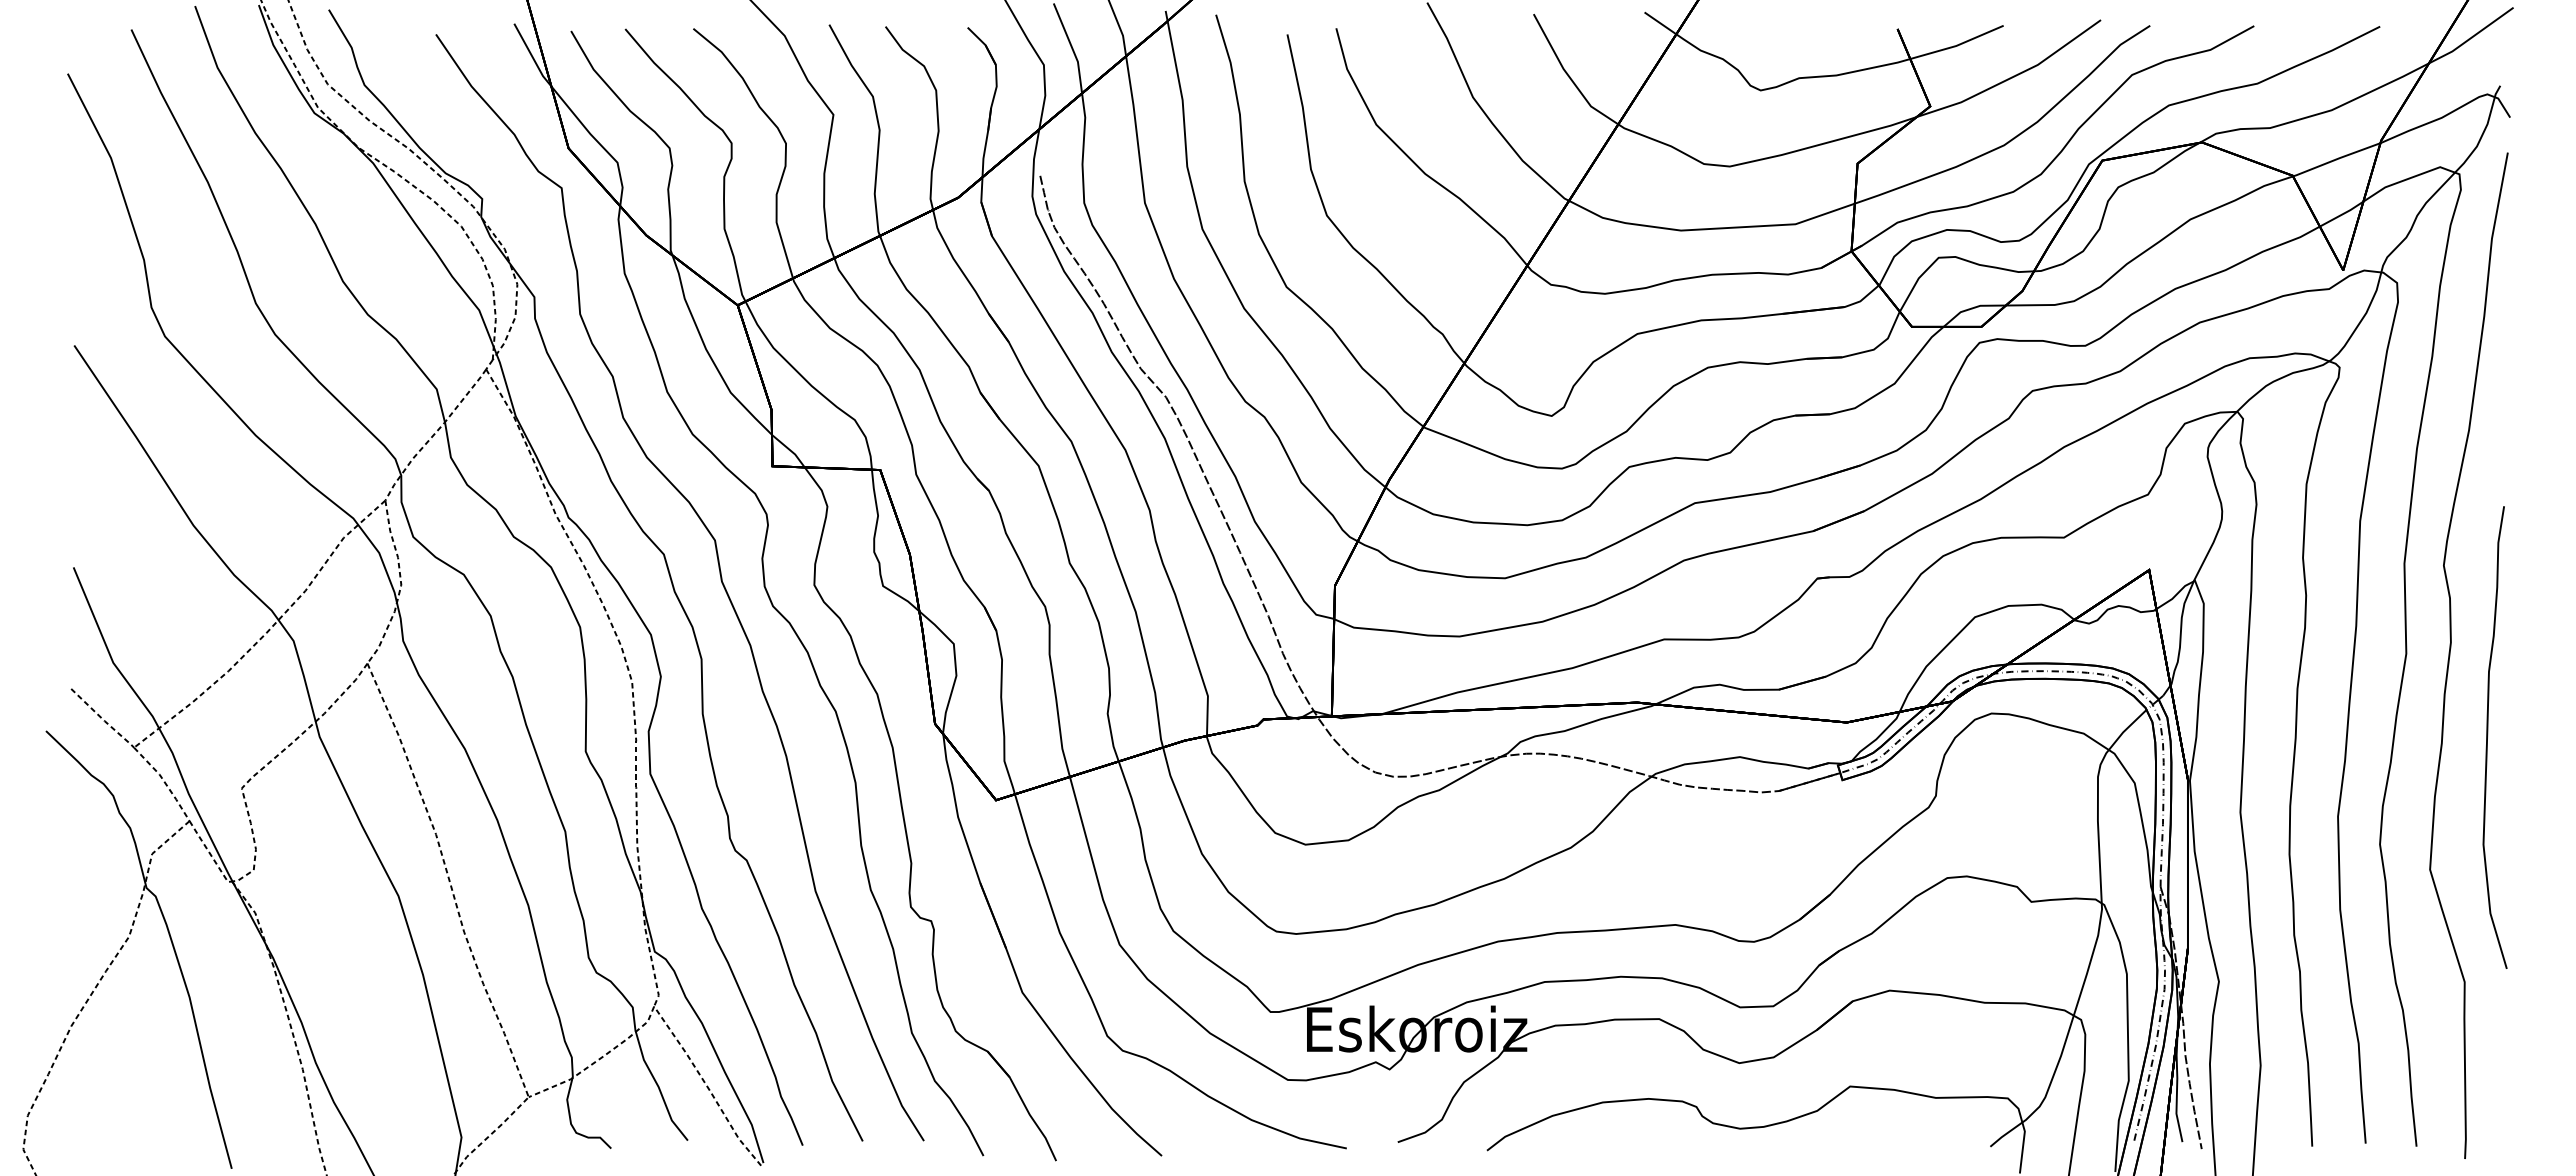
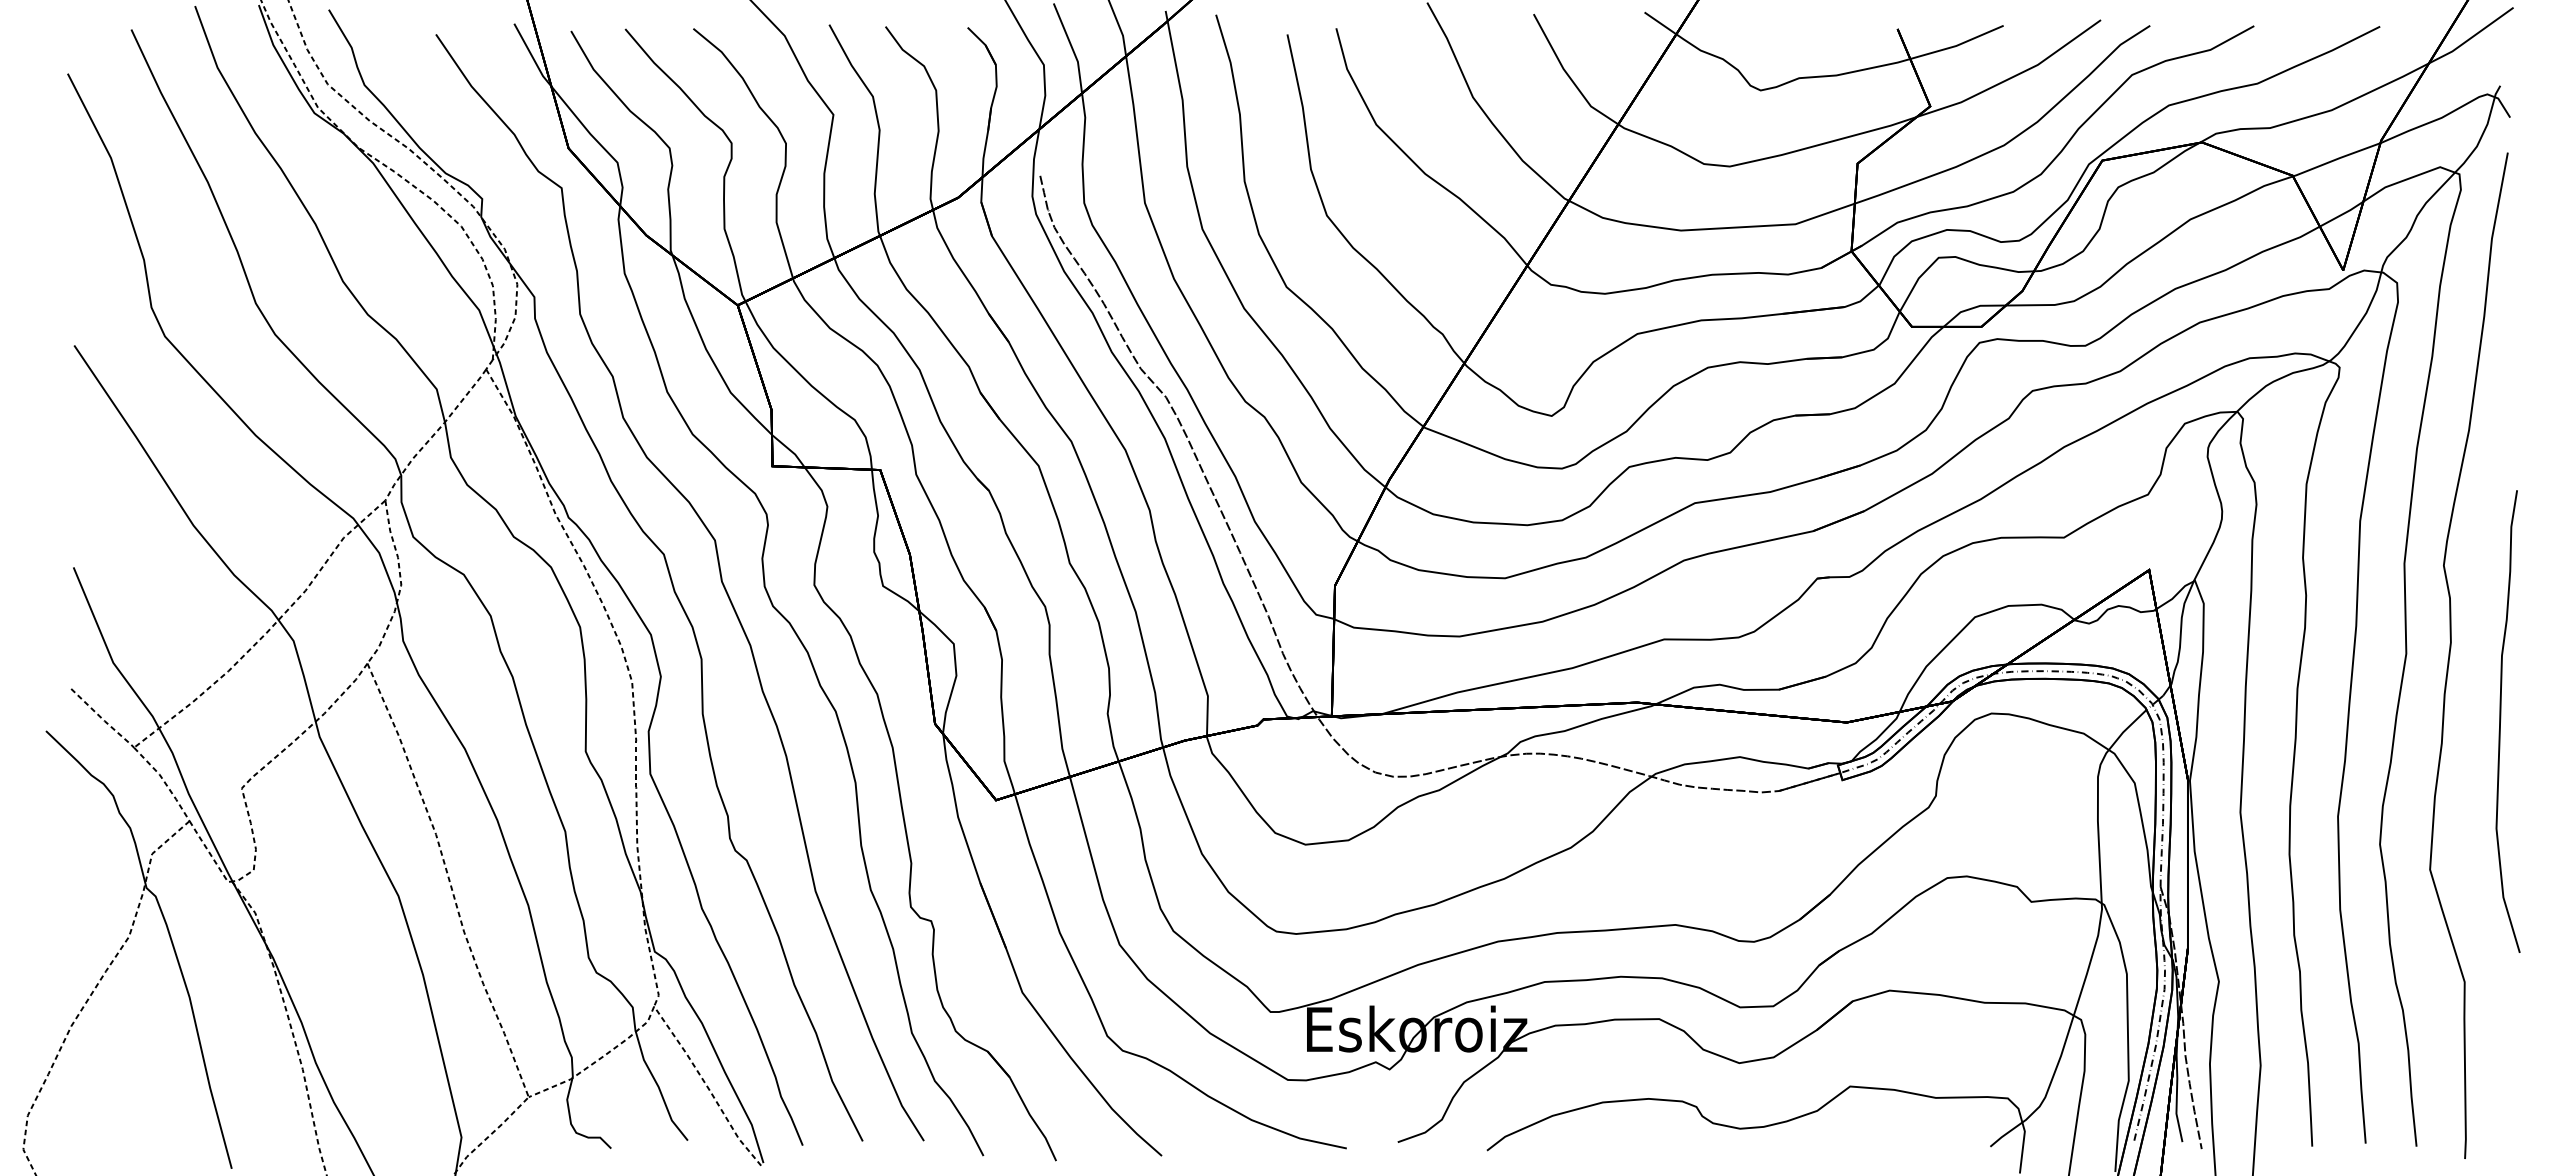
curve at (2488, 735) position: (2488, 735) -> (2501, 719)
